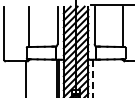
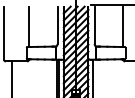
line at (25, 77) position: (25, 77) -> (11, 77)
line at (93, 78): dashed -> solid
